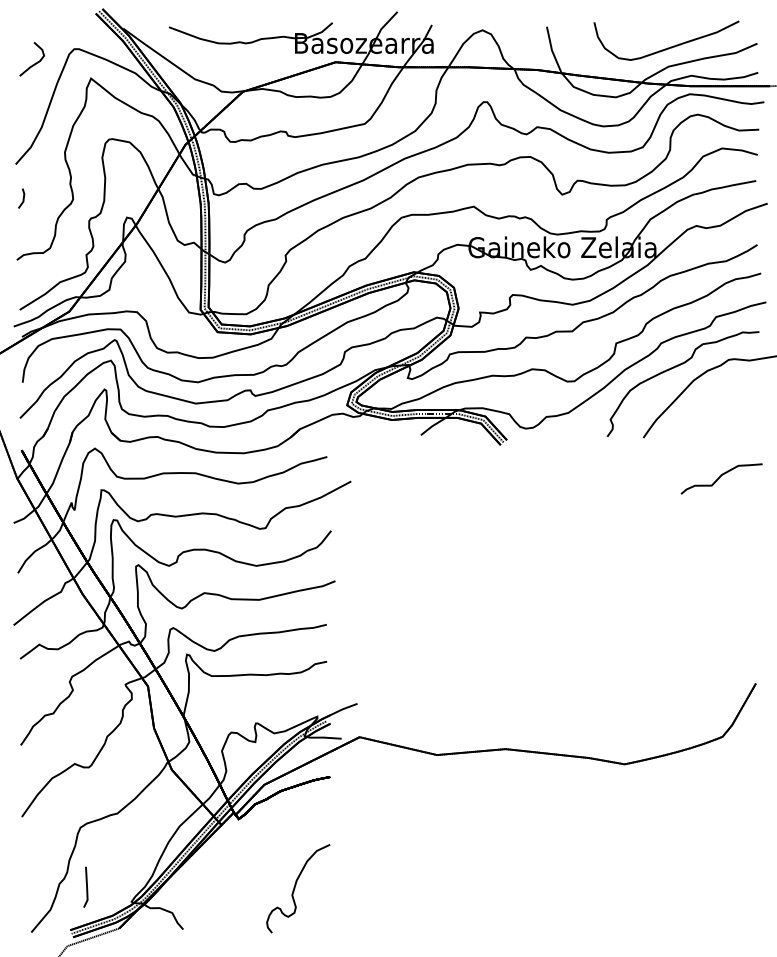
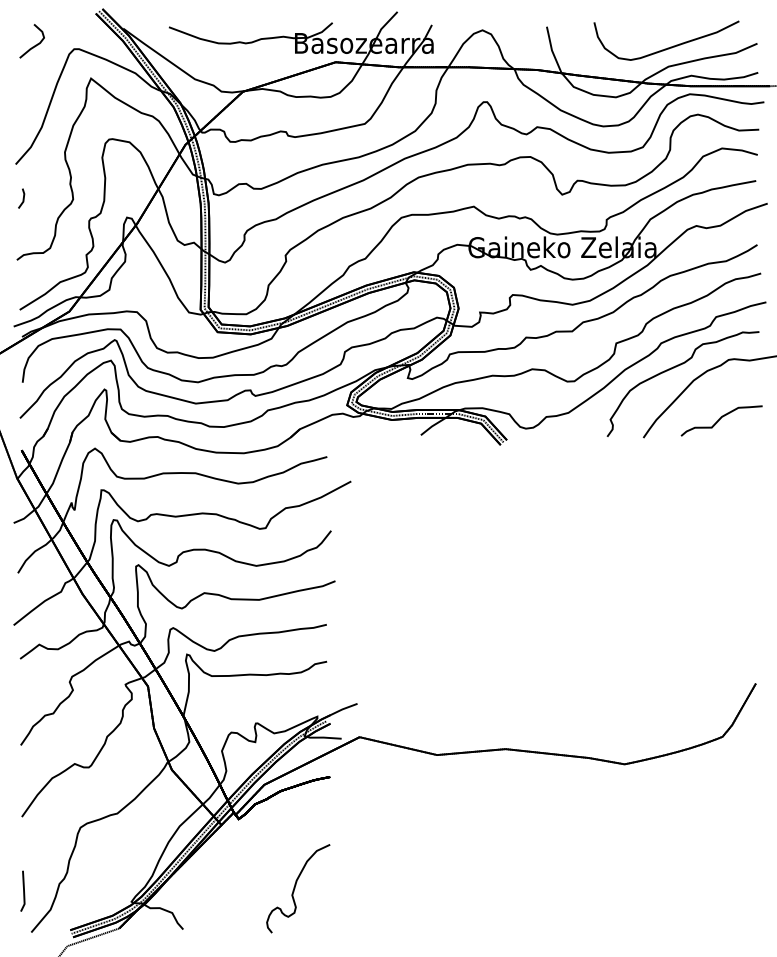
curve at (35, 62) position: (35, 62) -> (35, 44)
part at (721, 478) position: (721, 478) -> (721, 420)
line at (86, 886) position: (86, 886) -> (23, 890)
